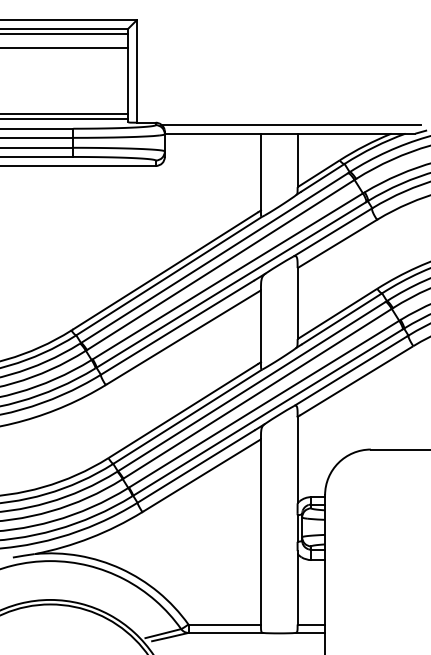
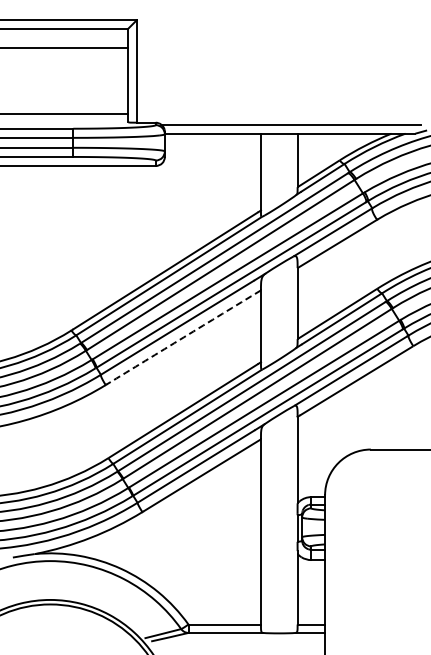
line at (65, 34): present -> none
line at (65, 118): present -> none
arc at (183, 337): solid -> dashed
